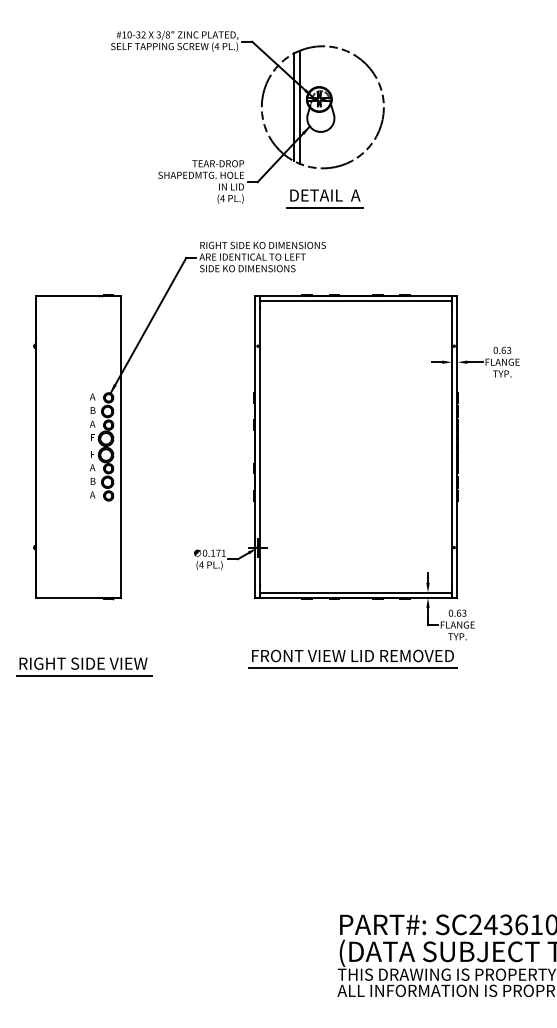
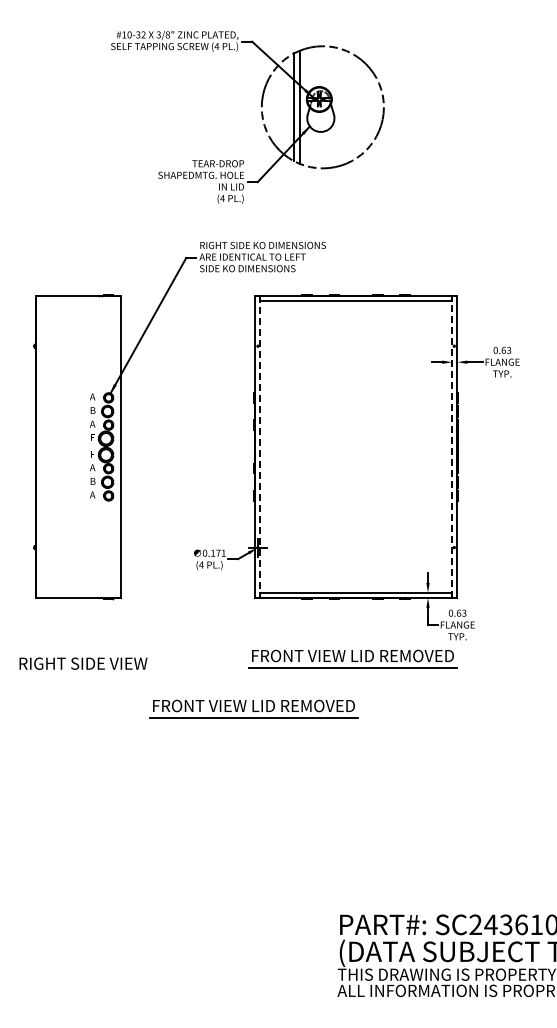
part at (324, 198): present -> none
line at (452, 446): solid -> dashed
line at (260, 447): solid -> dashed
line at (84, 676): present -> none
part at (253, 708): none -> present
